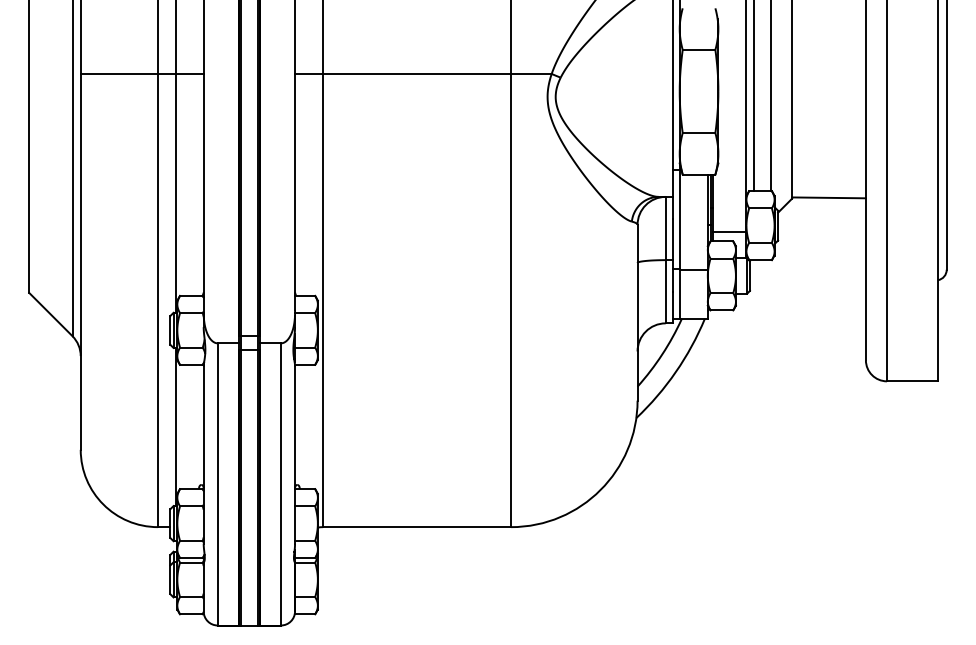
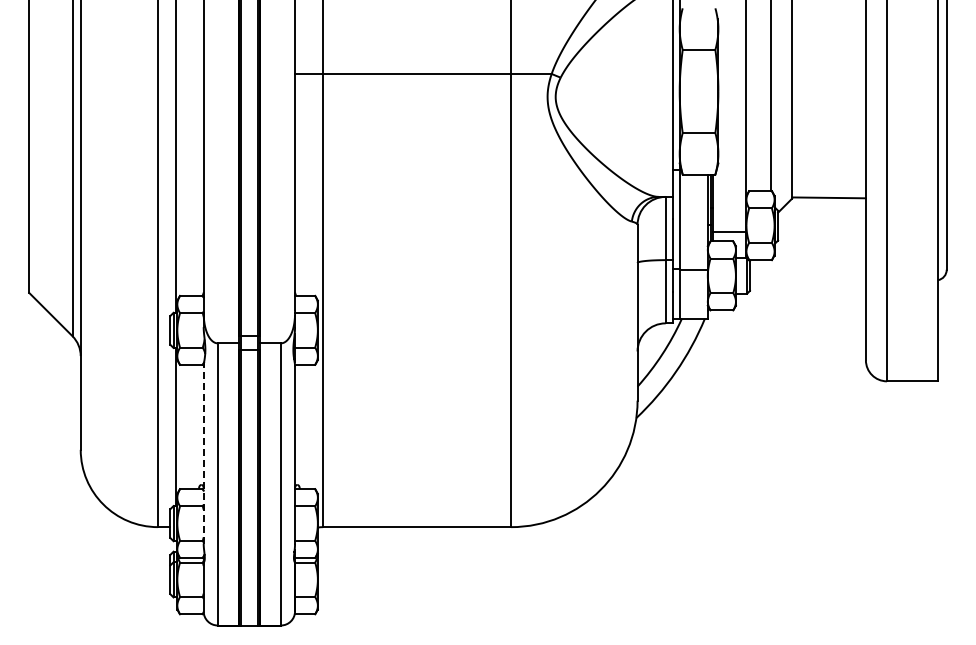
line at (141, 73): present -> none
line at (753, 96): present -> none
line at (203, 454): solid -> dashed
